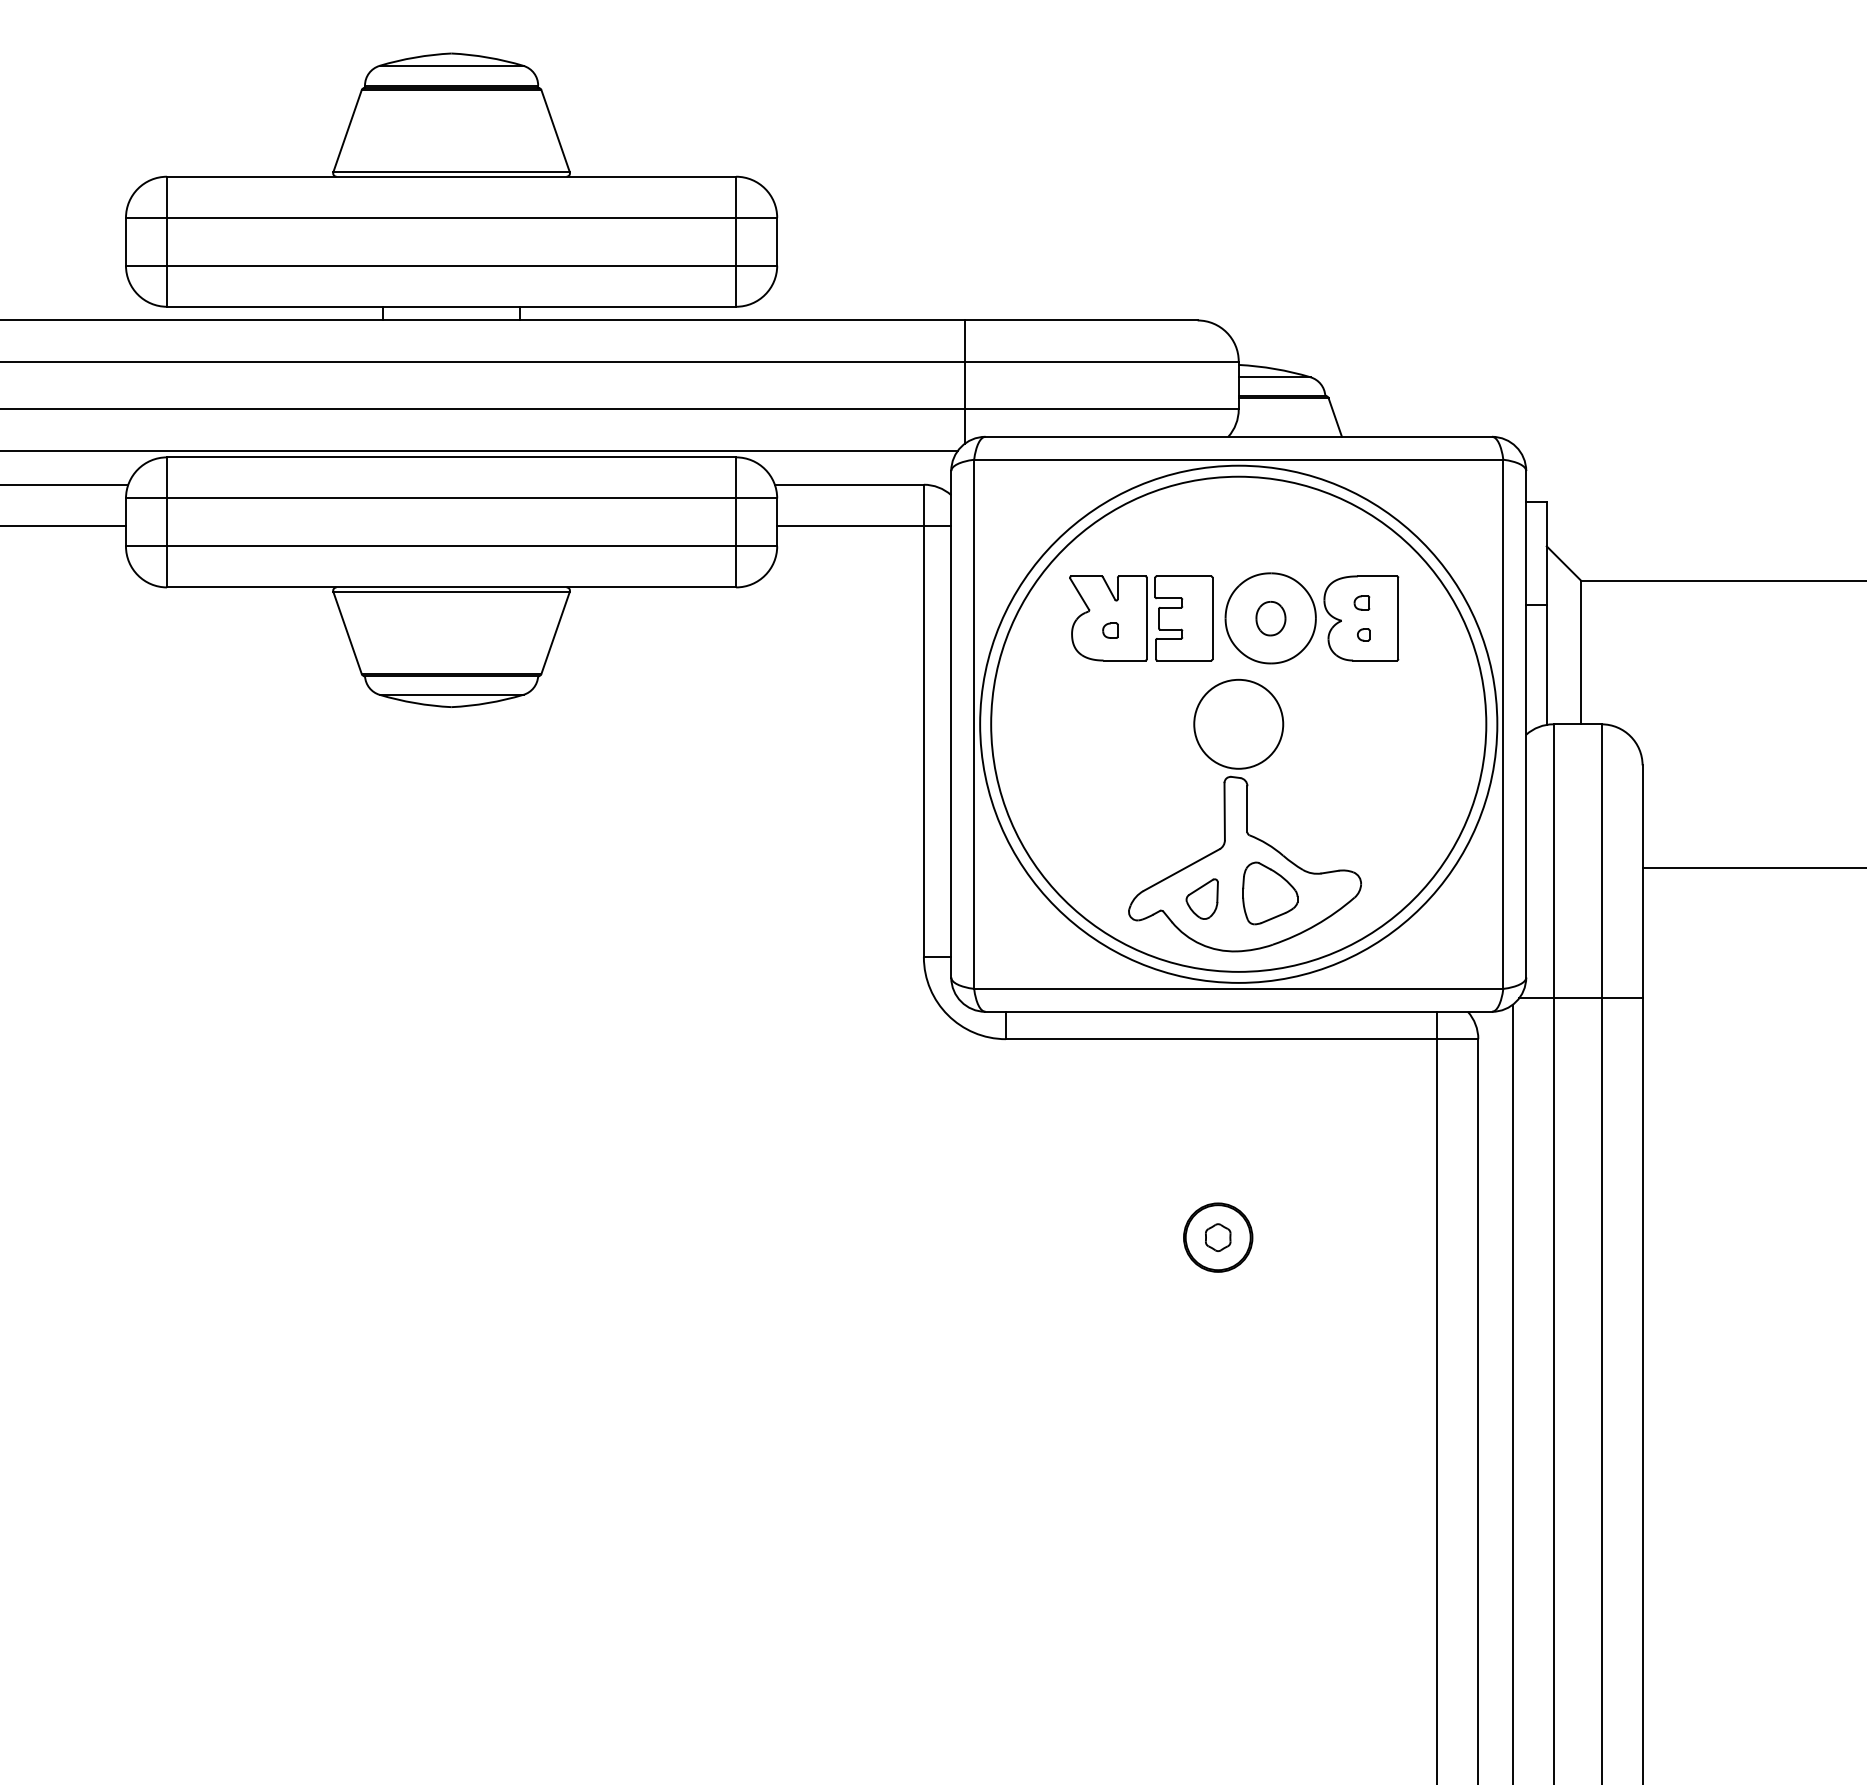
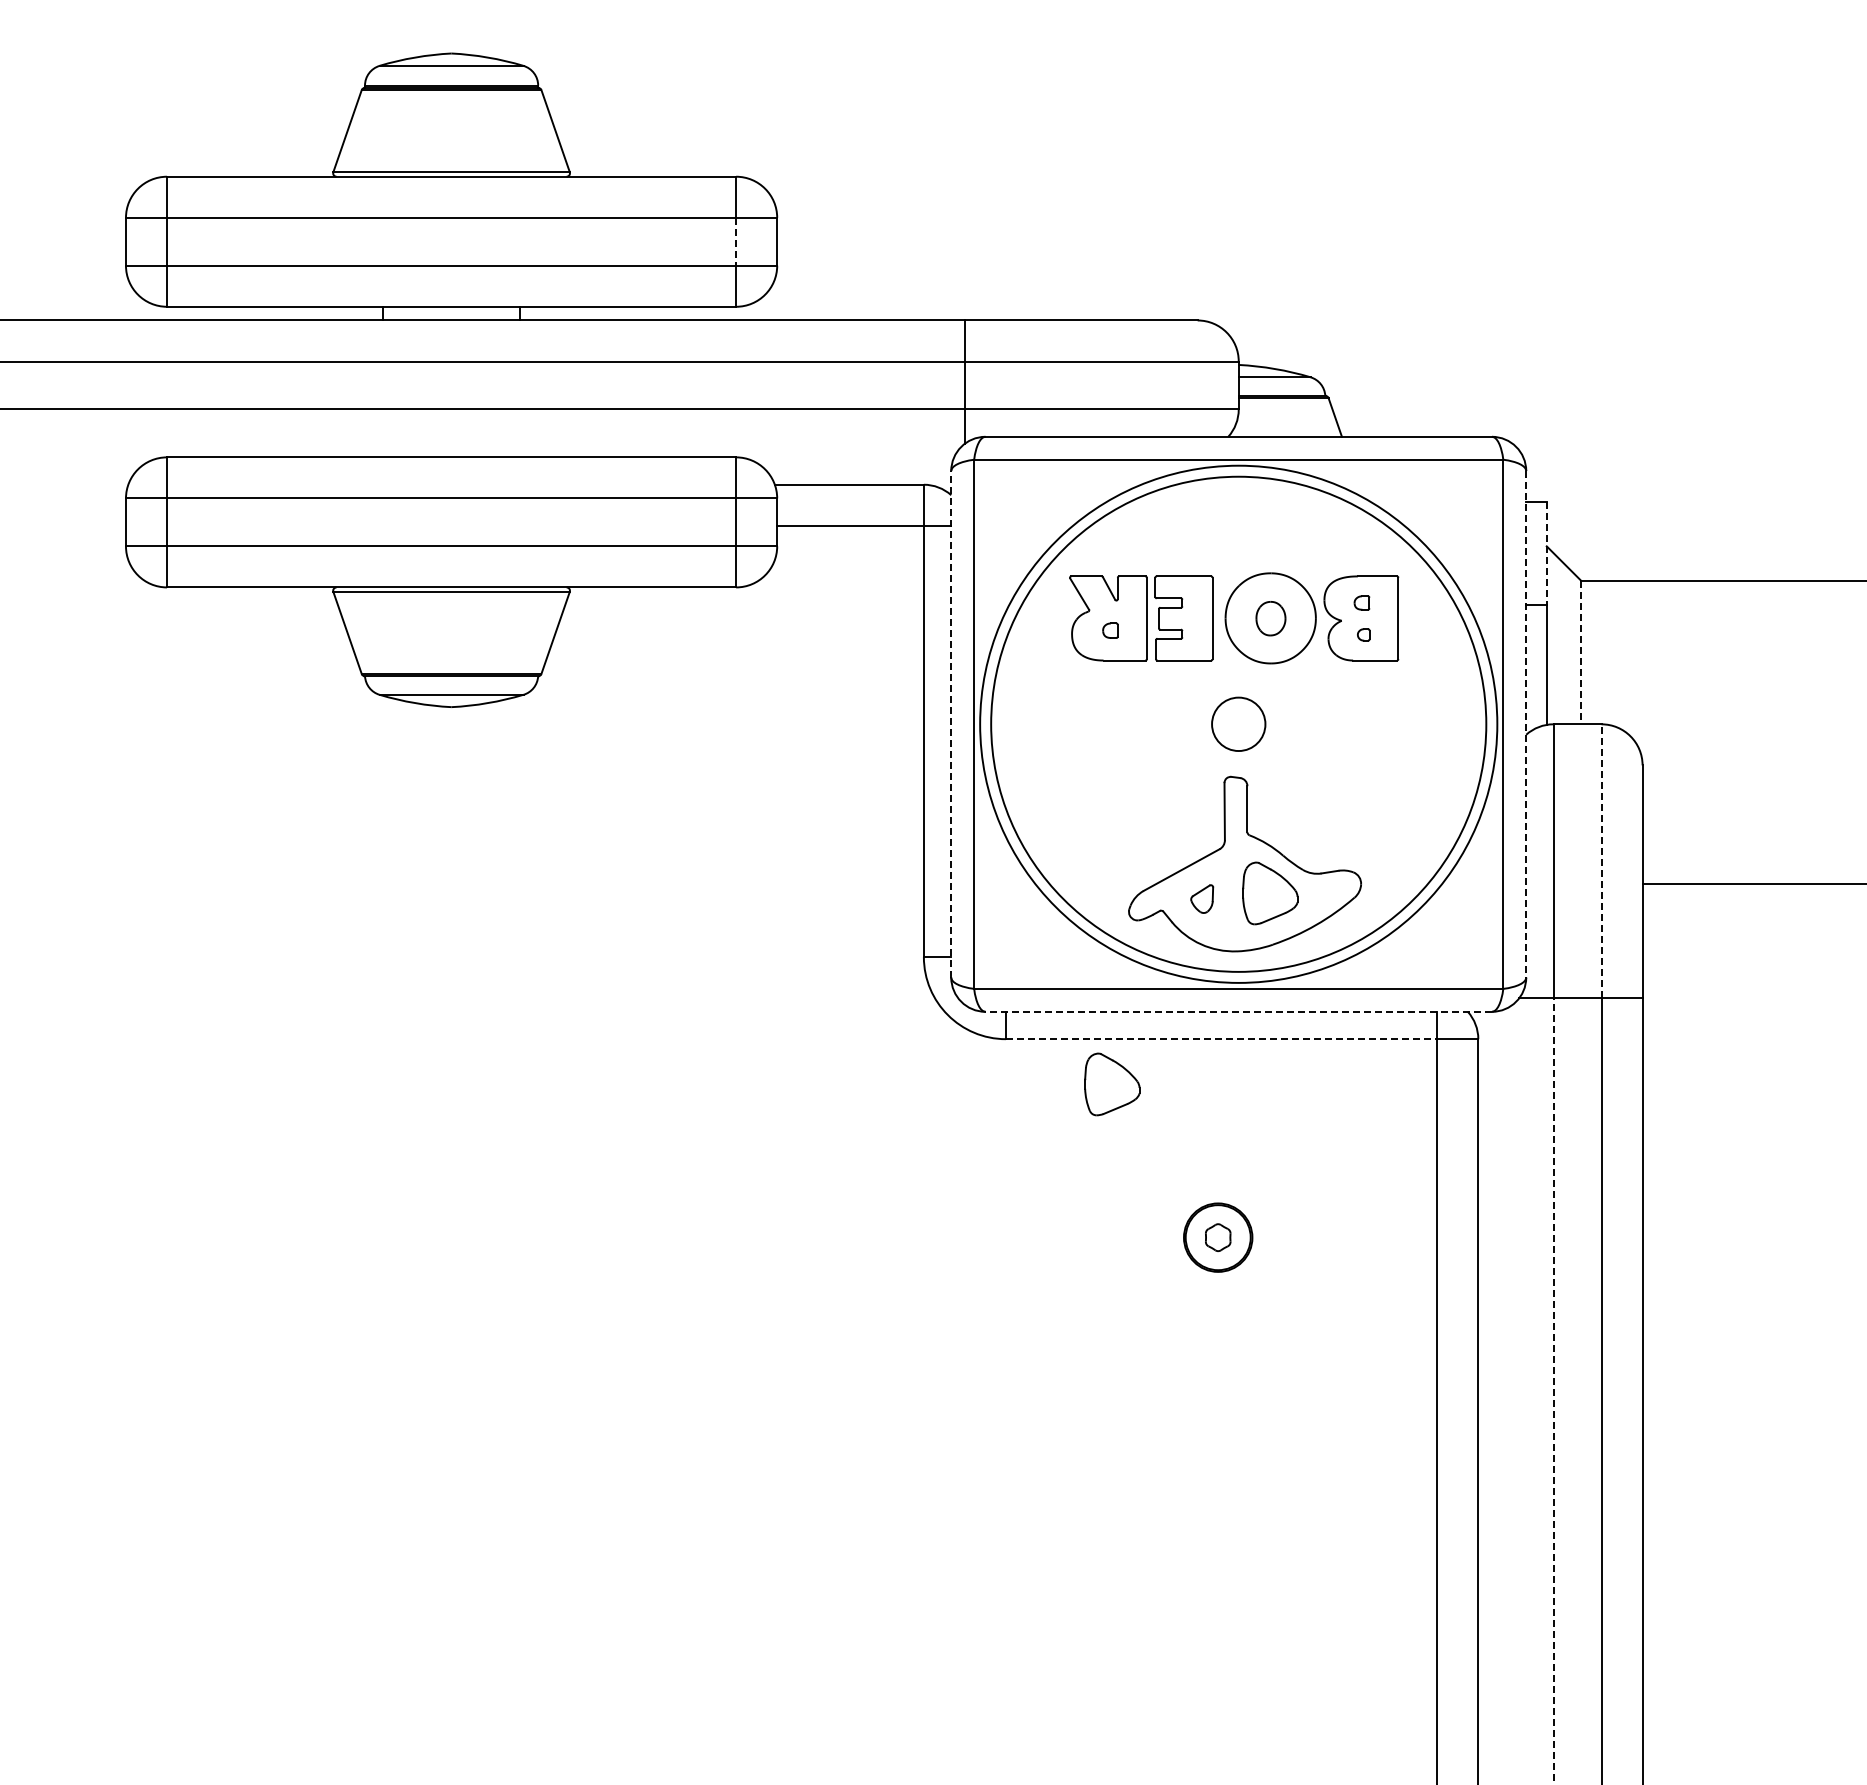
line at (736, 241): solid -> dashed
line at (480, 450): present -> none
line at (65, 484): present -> none
line at (63, 525): present -> none
line at (1546, 553): solid -> dashed
line at (1580, 652): solid -> dashed
line at (951, 723): solid -> dashed
circle at (1238, 723) diameter: 89 px -> 53 px
line at (1526, 724): solid -> dashed
line at (1601, 861): solid -> dashed
line at (1752, 868) position: (1752, 868) -> (1752, 884)
part at (1201, 898) size: 34x42 px -> 25x30 px
line at (1238, 1011): solid -> dashed
line at (1221, 1039): solid -> dashed
part at (1112, 1084): none -> present
line at (1553, 1391): solid -> dashed
line at (1512, 1392): present -> none
